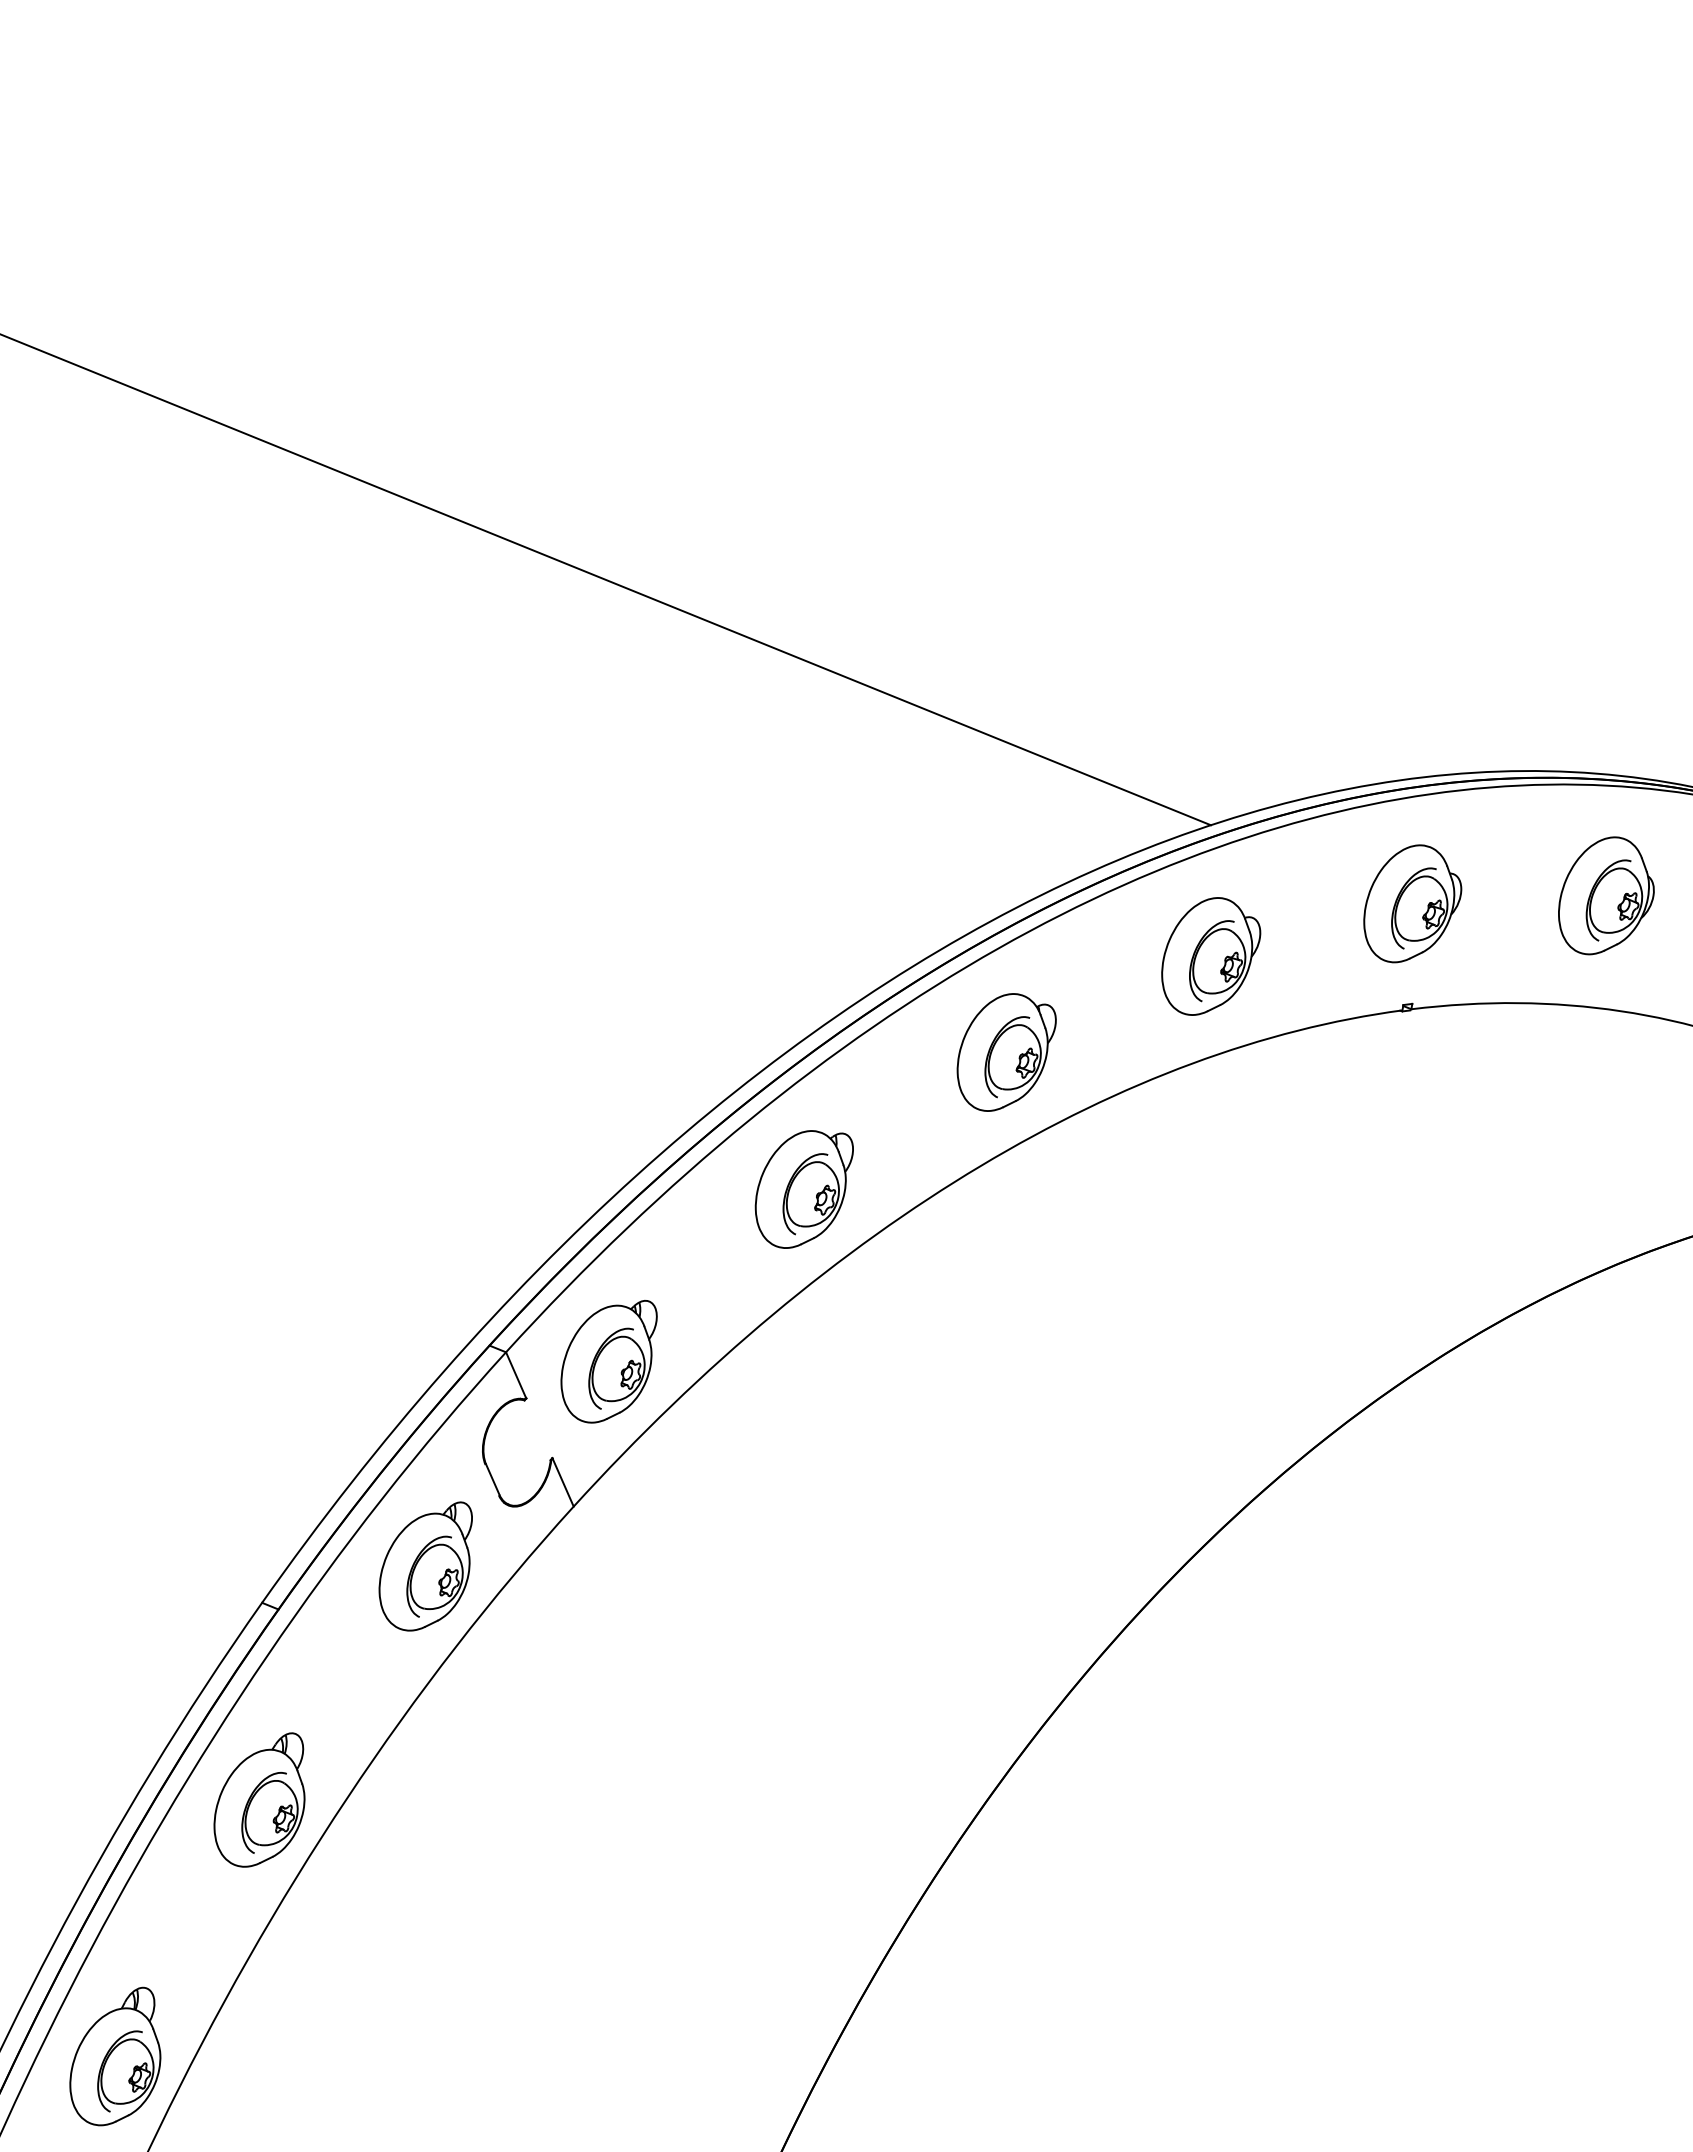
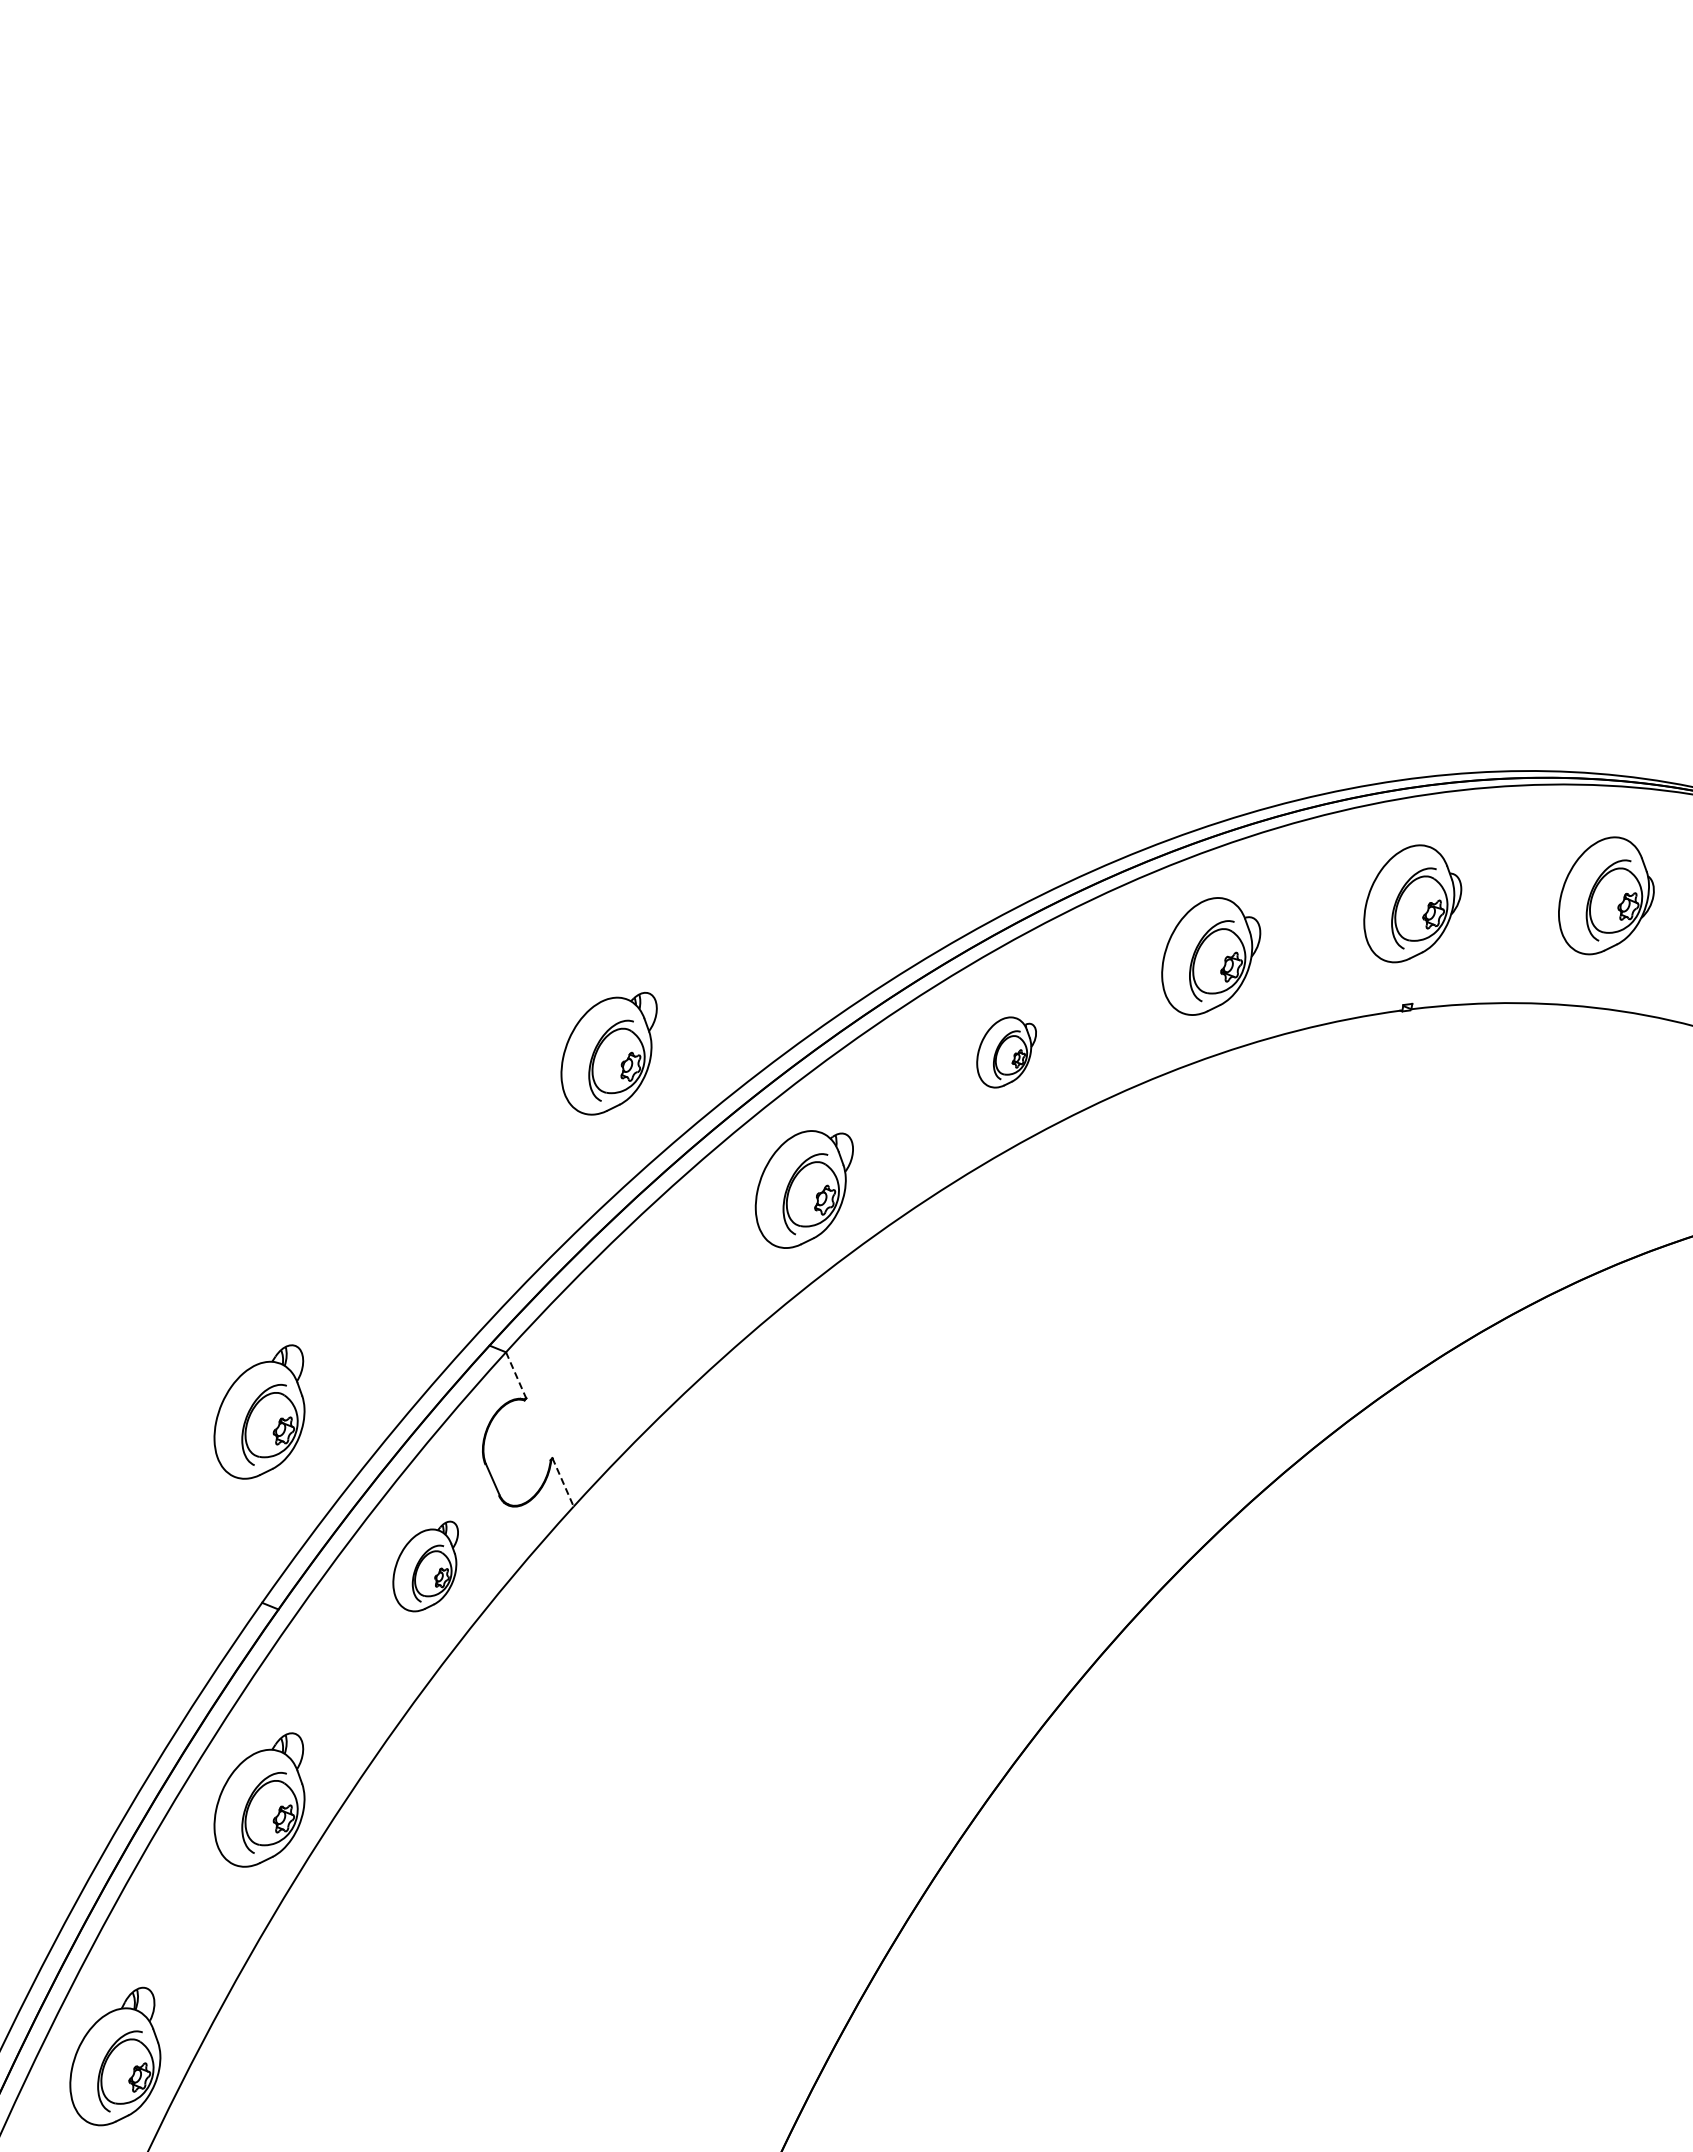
line at (606, 580): present -> none
part at (1006, 1052) size: 101x119 px -> 61x73 px
part at (608, 1361) position: (608, 1361) -> (608, 1053)
line at (516, 1375): solid -> dashed
part at (259, 1411): none -> present
line at (563, 1482): solid -> dashed
part at (425, 1566) size: 95x131 px -> 67x93 px
